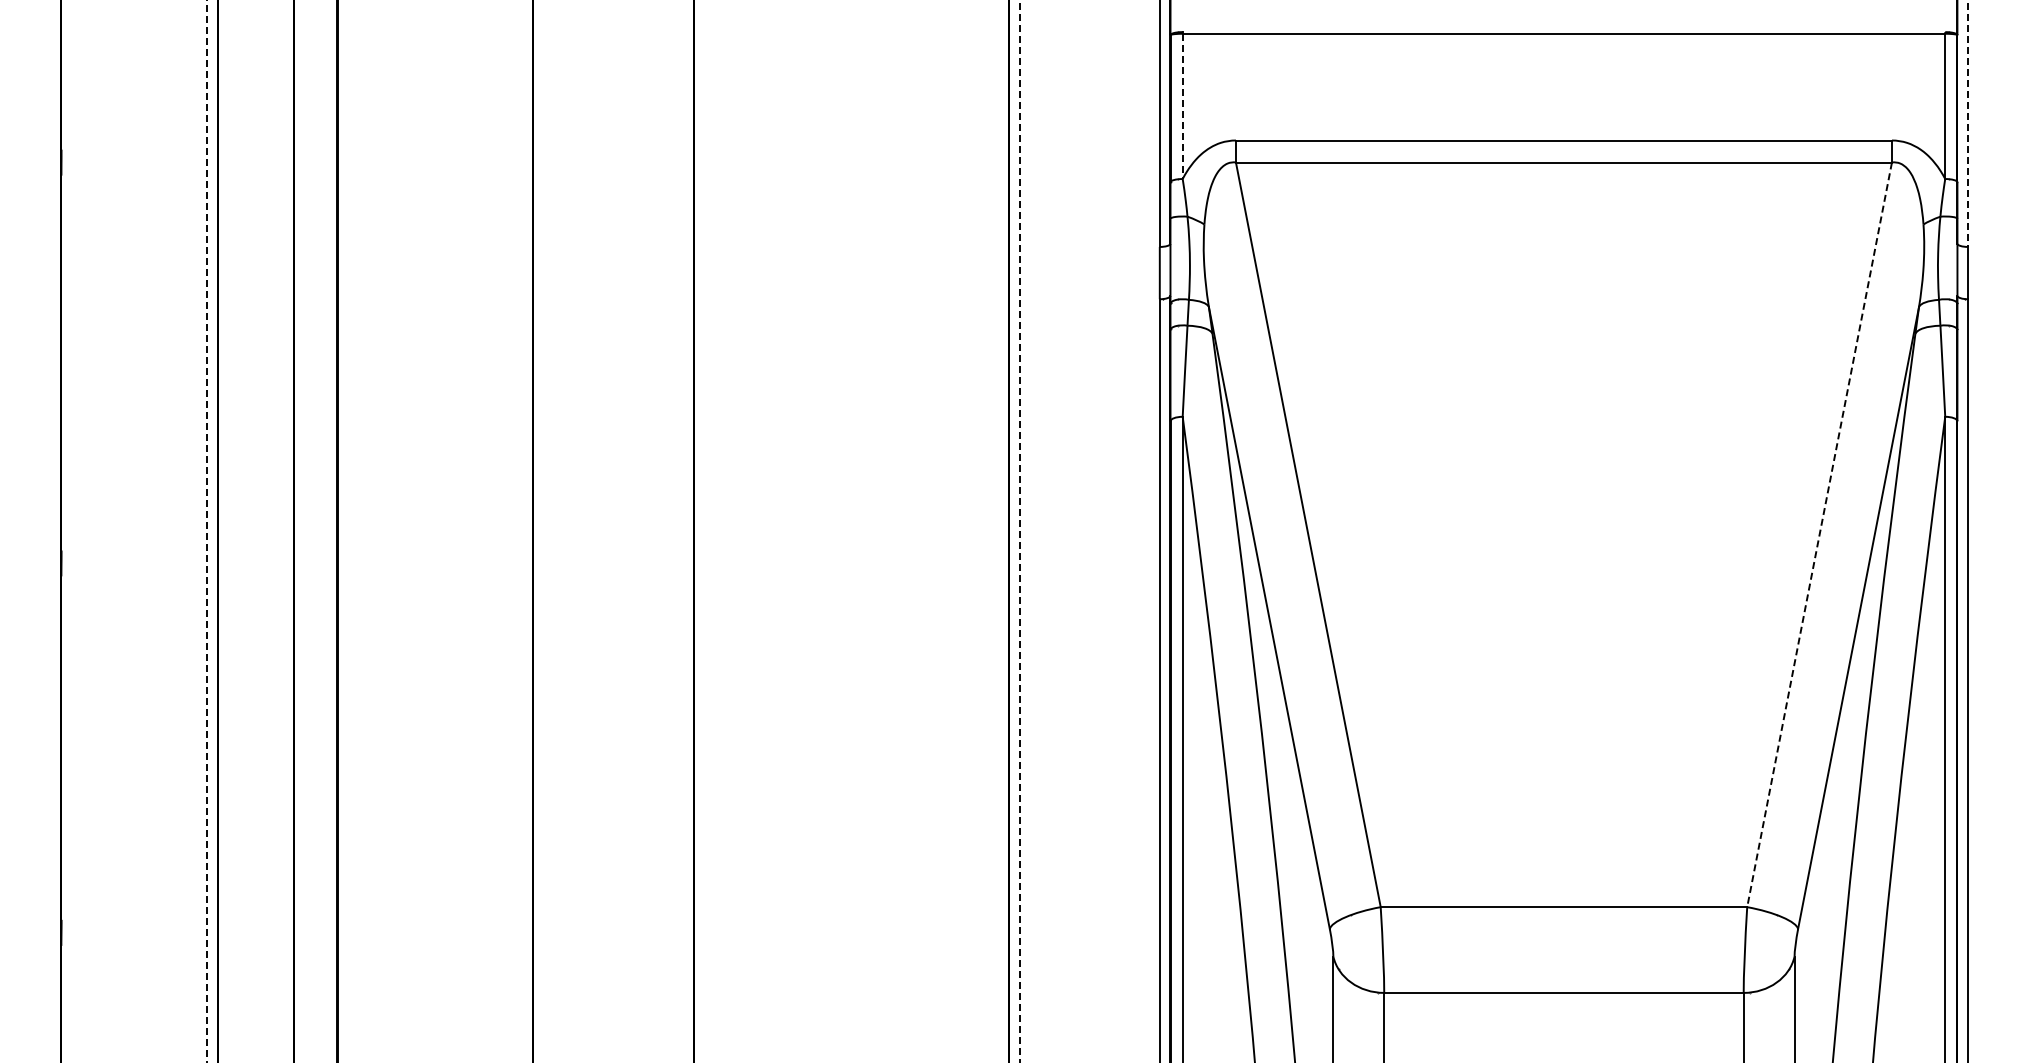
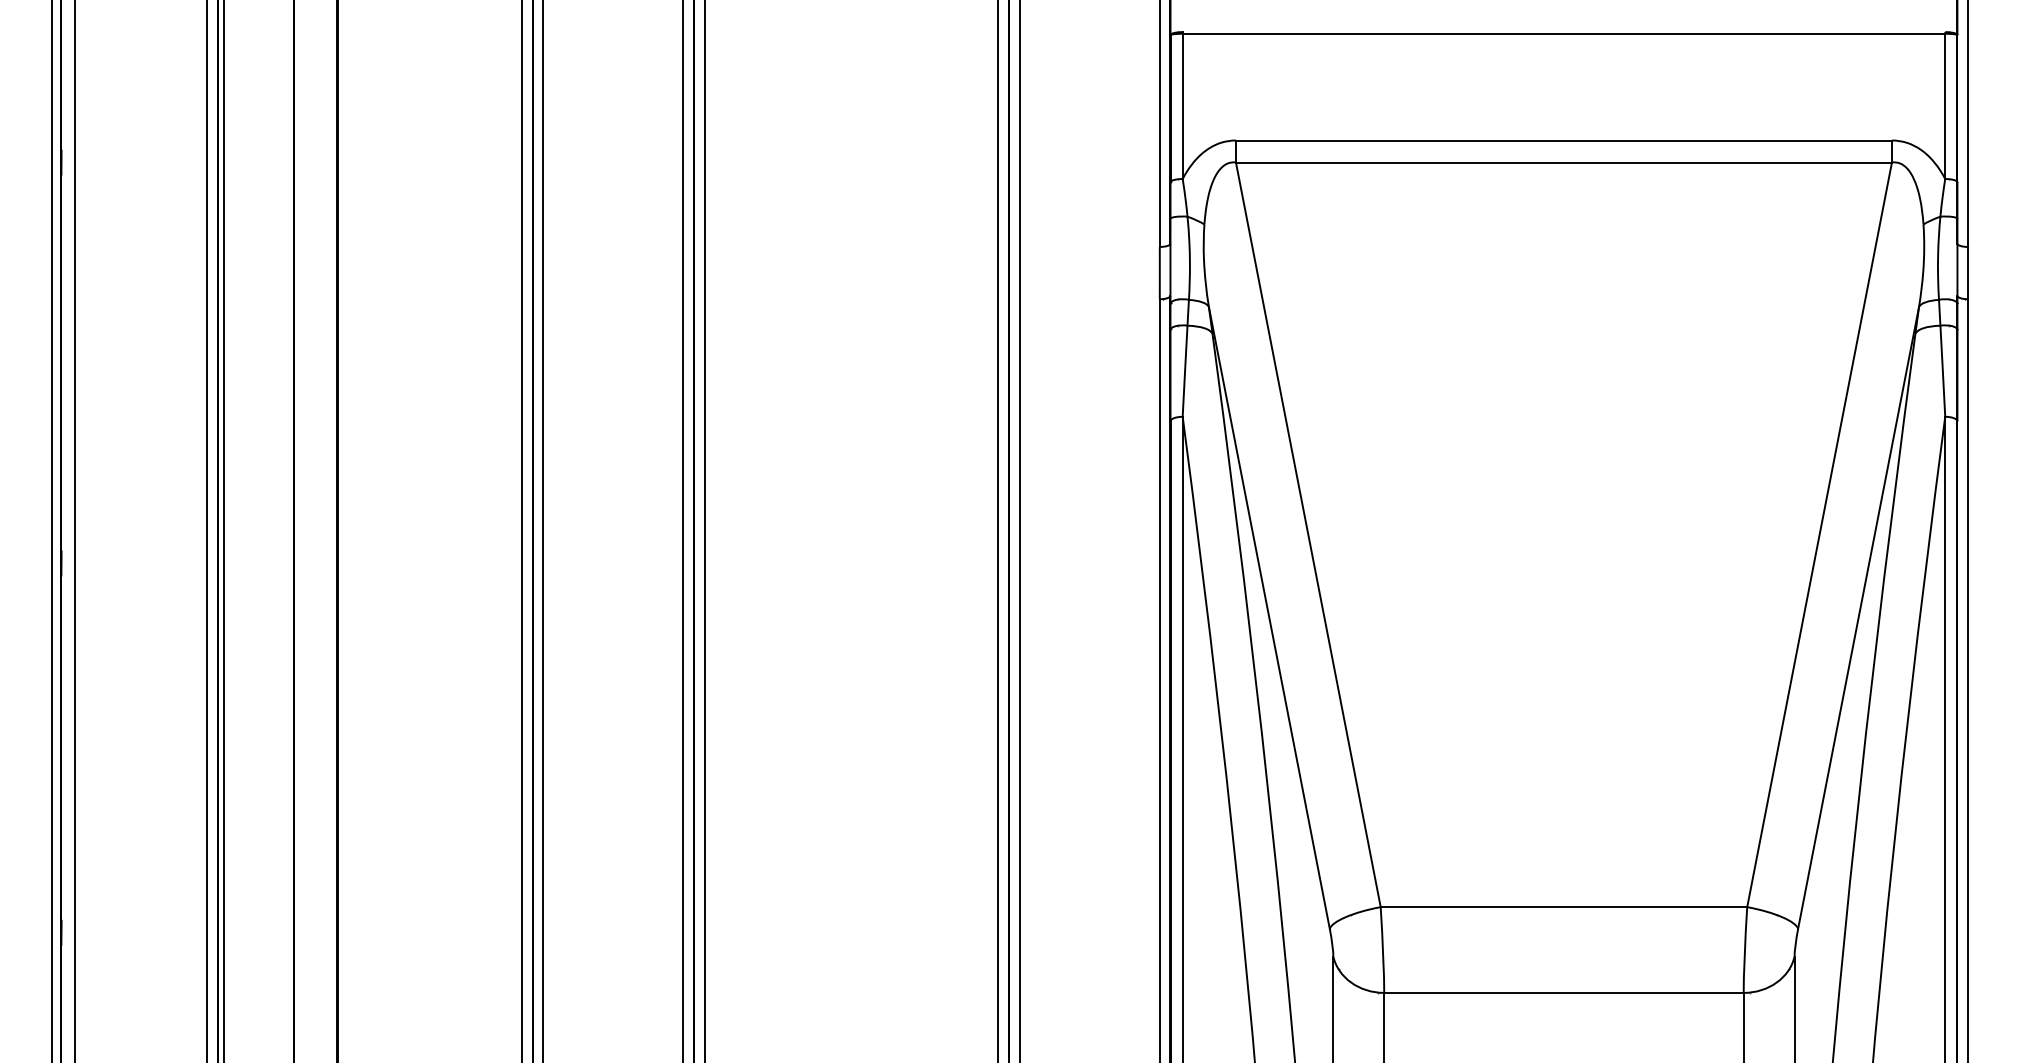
line at (1182, 106): dashed -> solid
line at (1968, 123): dashed -> solid
line at (51, 530): none -> present
line at (75, 530): none -> present
line at (224, 530): none -> present
line at (522, 530): none -> present
line at (543, 530): none -> present
line at (683, 530): none -> present
line at (704, 530): none -> present
line at (998, 530): none -> present
line at (206, 531): dashed -> solid
line at (1019, 531): dashed -> solid
line at (1819, 535): dashed -> solid
